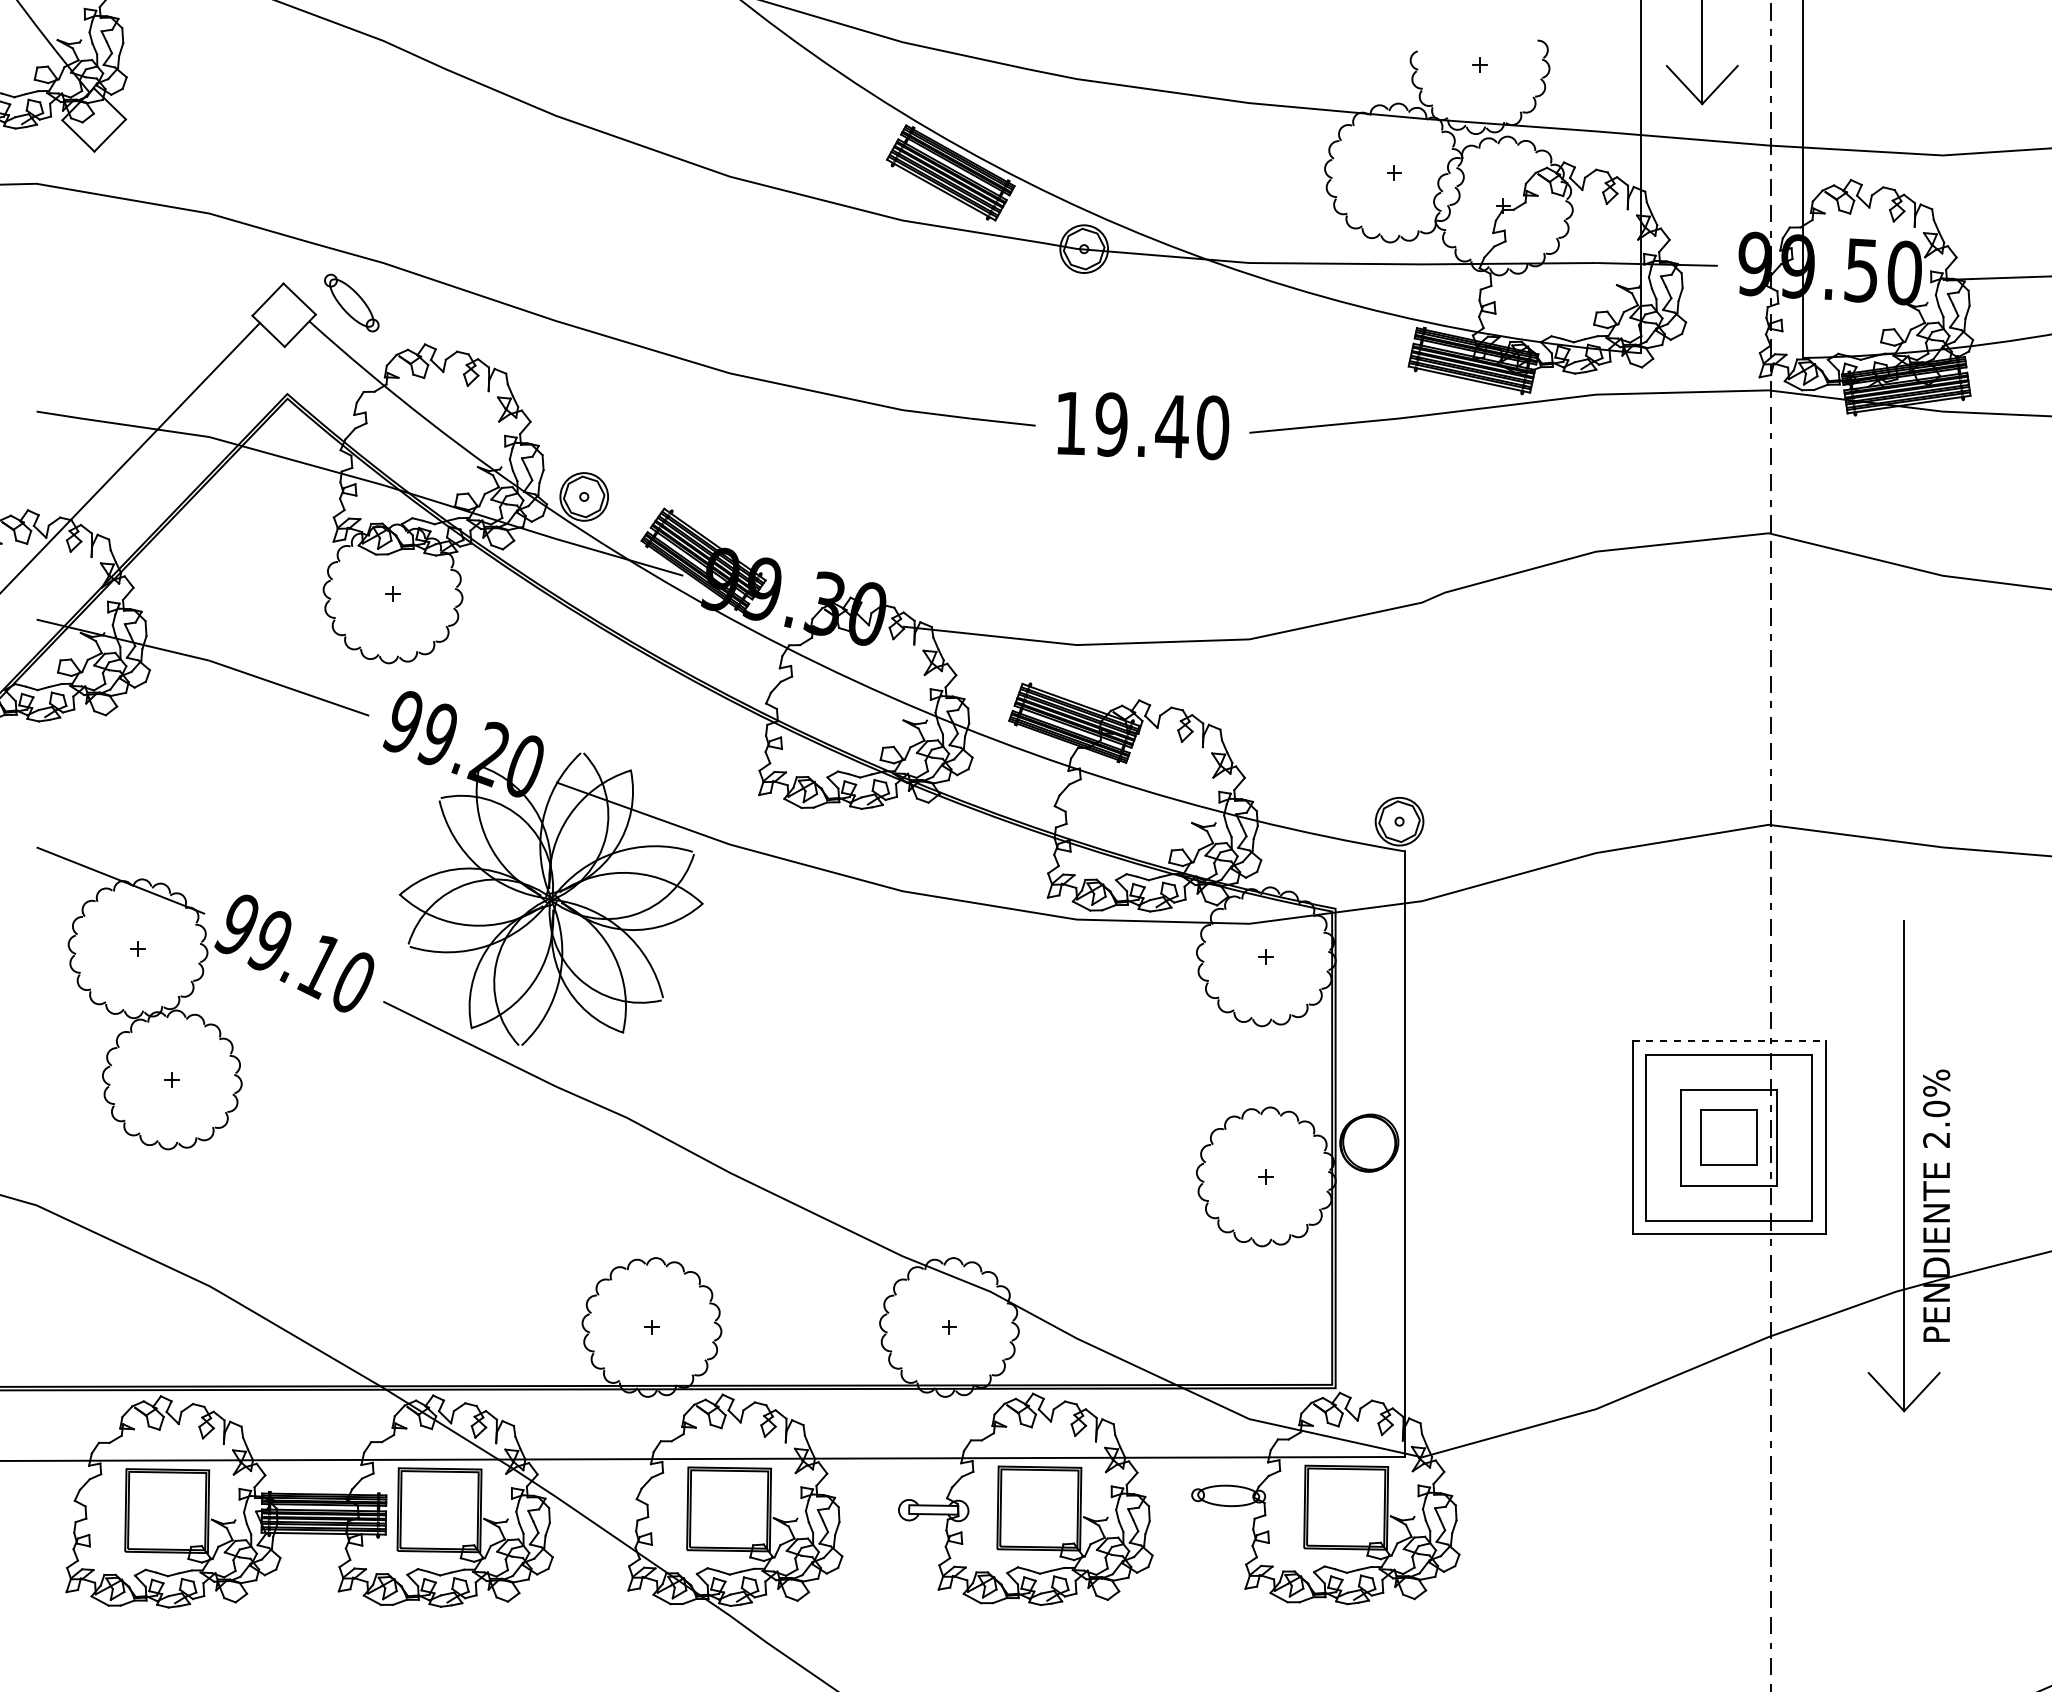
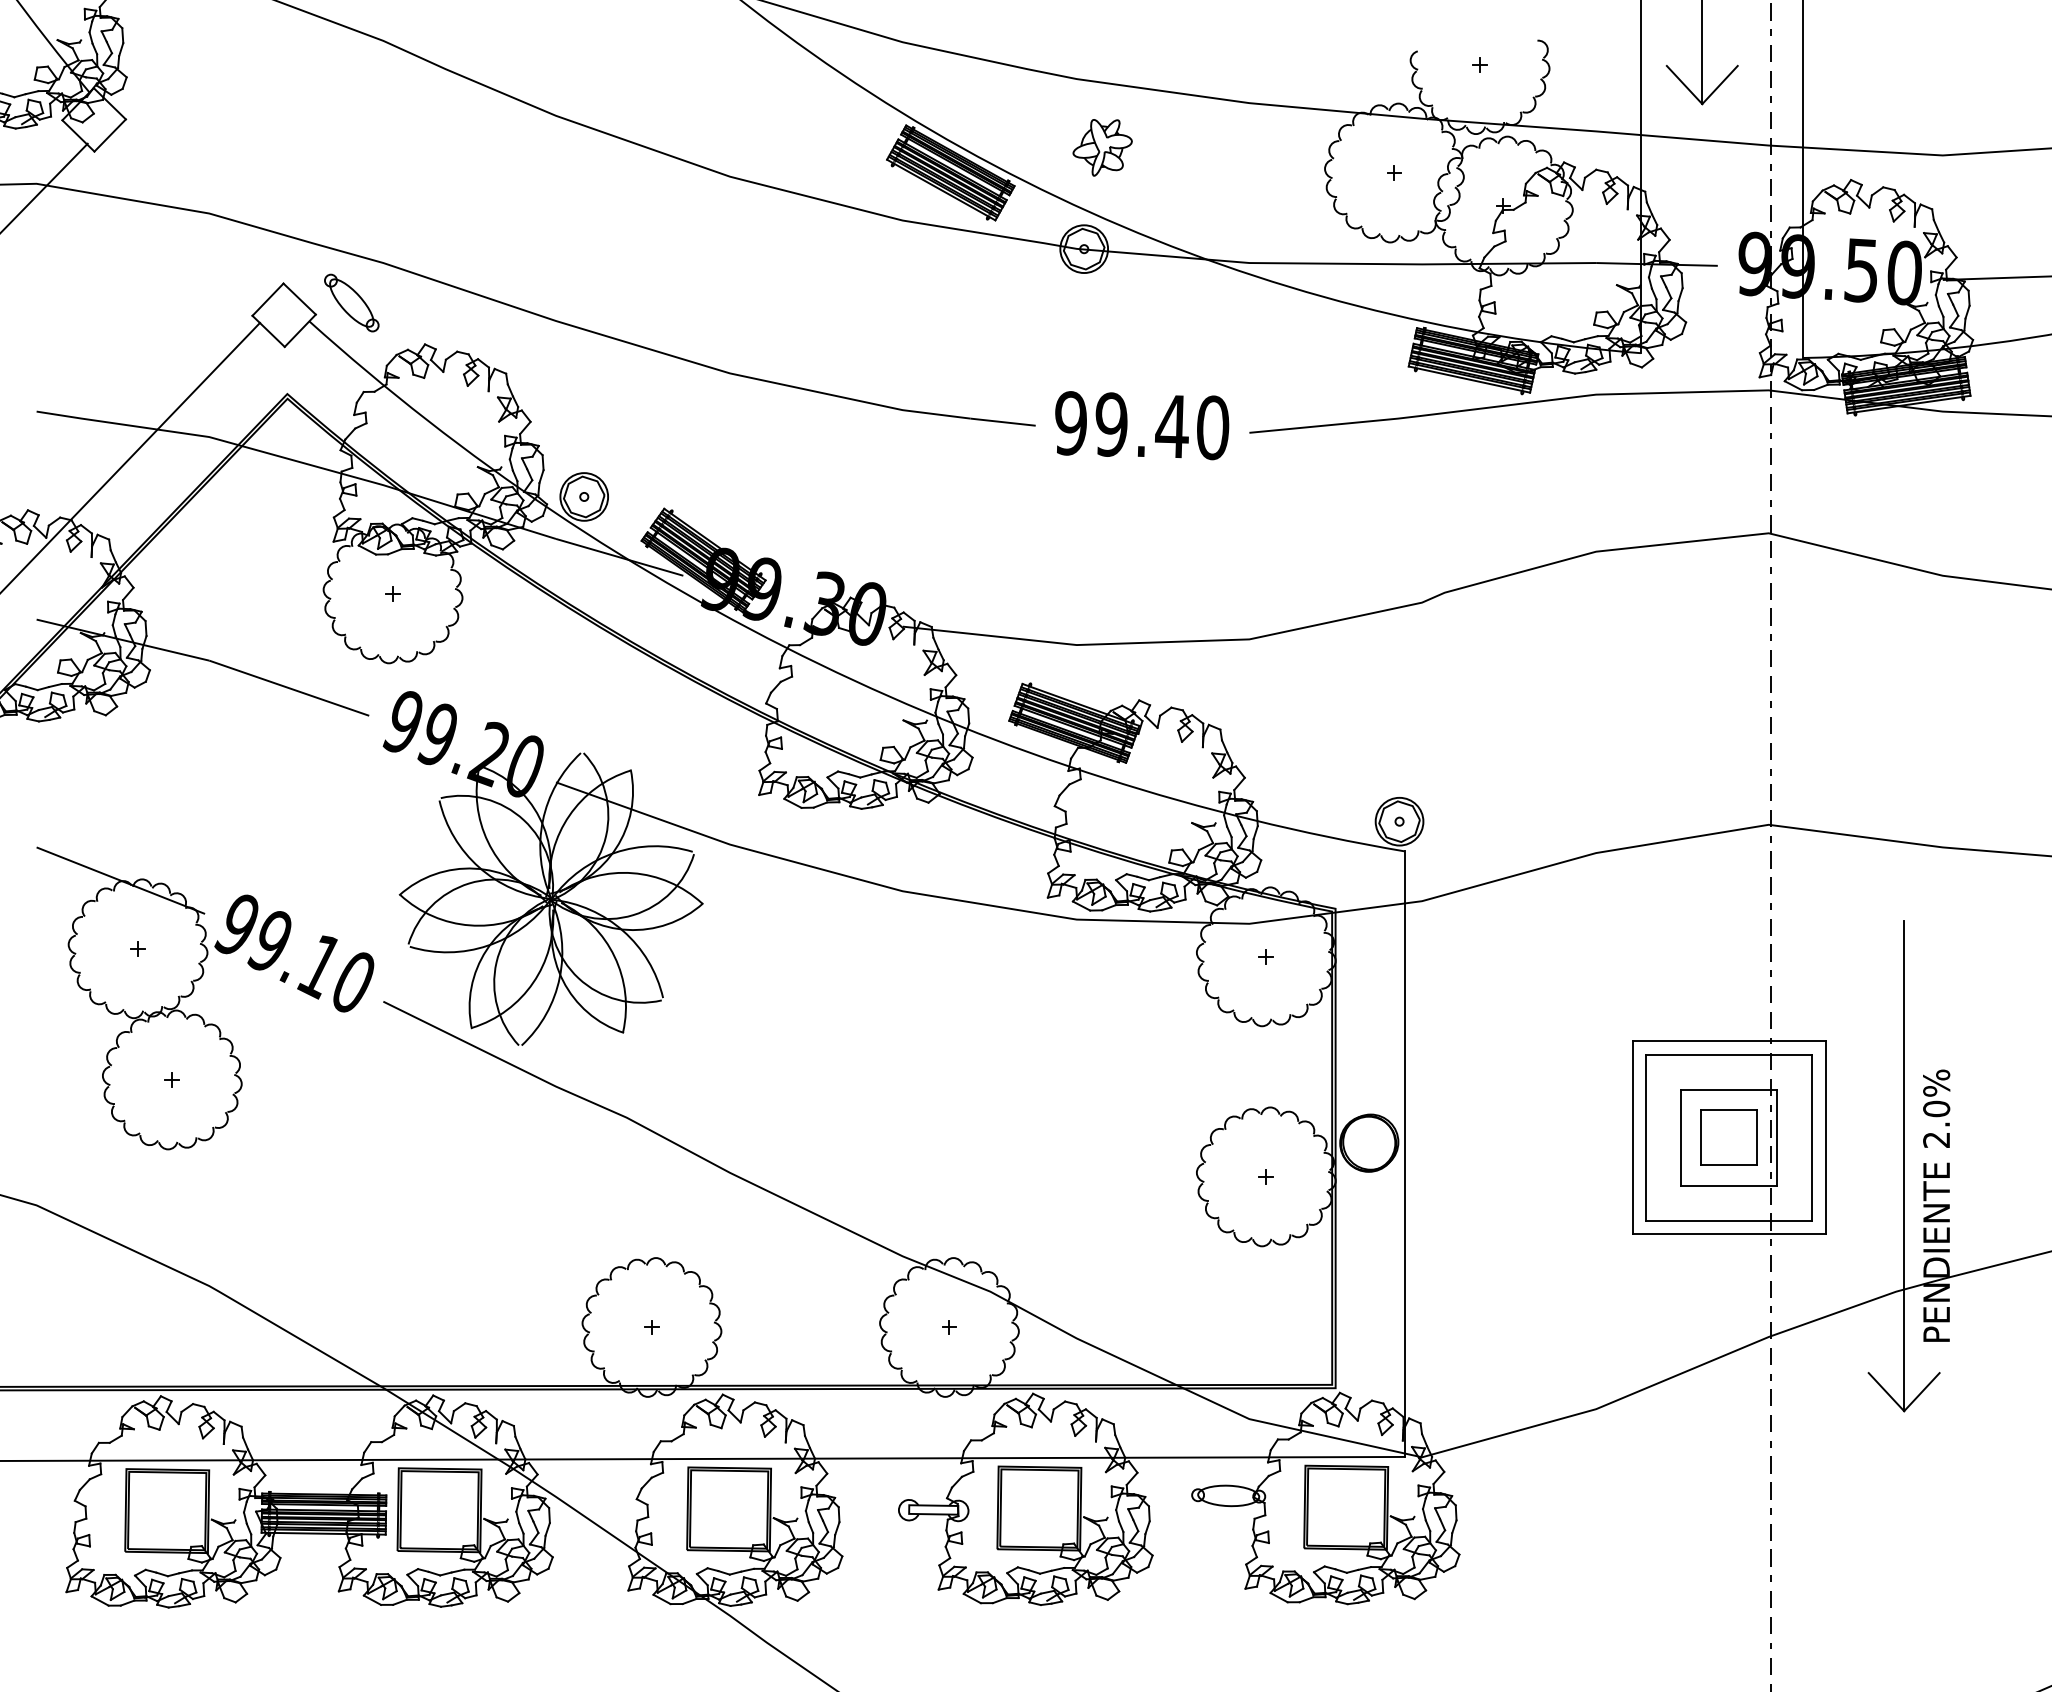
part at (1102, 147): none -> present
line at (44, 187): none -> present
text at (1070, 423): 19.40 -> 99.40
line at (1729, 1041): dashed -> solid
